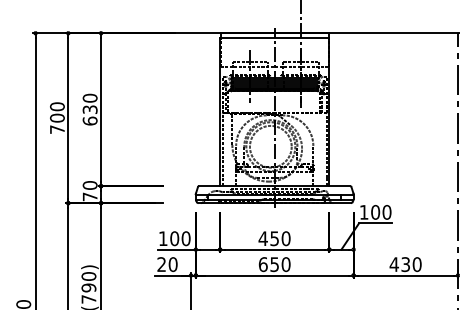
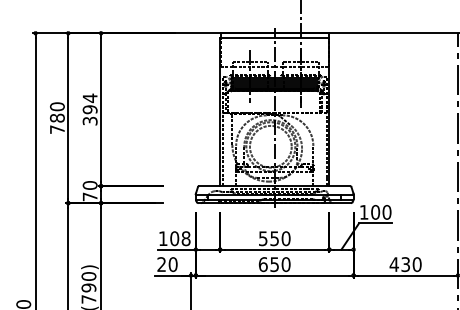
text at (89, 109): 630 -> 394
text at (57, 117): 700 -> 780
text at (185, 238): 100 -> 108
text at (262, 238): 450 -> 550
